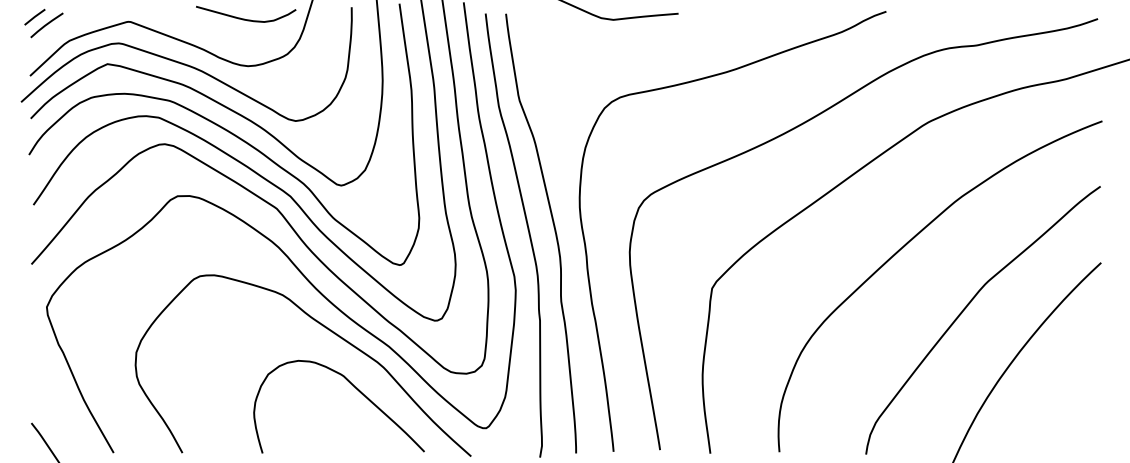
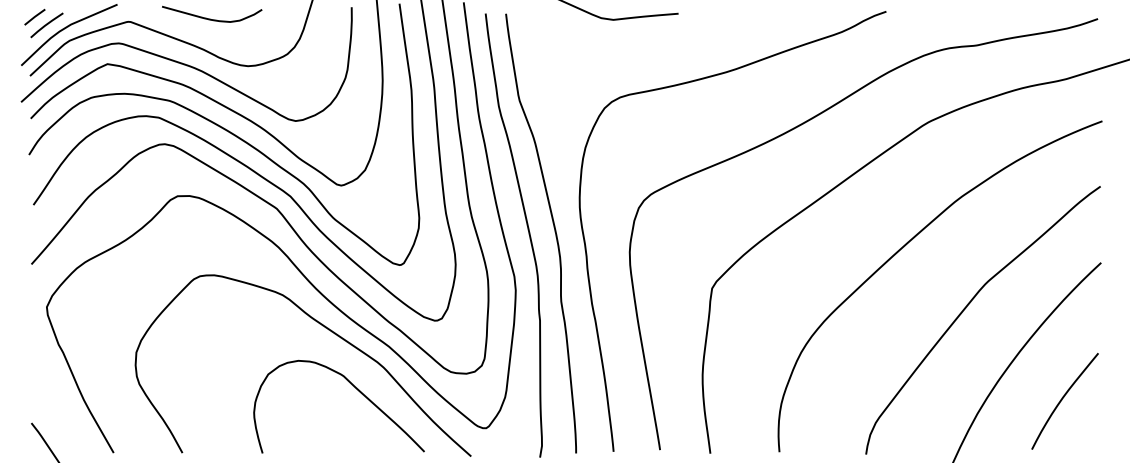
curve at (244, 18) position: (244, 18) -> (210, 18)
curve at (65, 29): none -> present
curve at (1062, 400): none -> present
